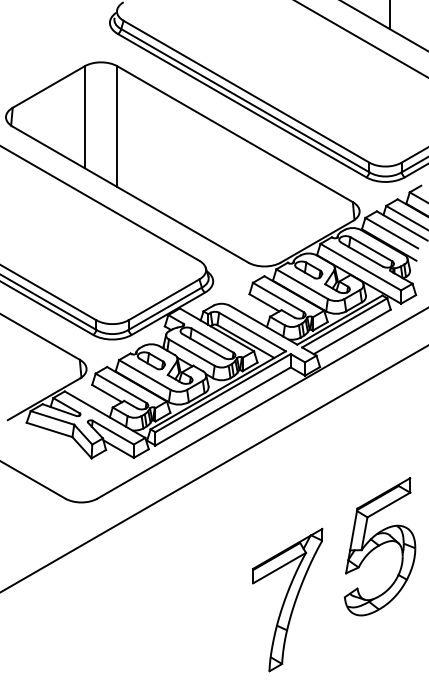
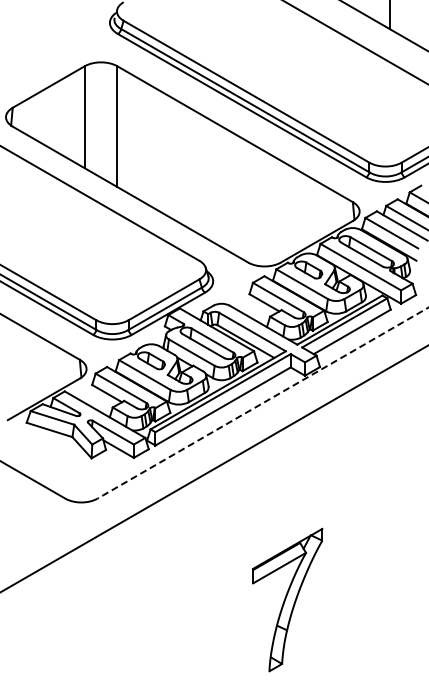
line at (361, 39) position: (361, 39) -> (355, 42)
line at (262, 403): solid -> dashed
part at (379, 546): present -> none
